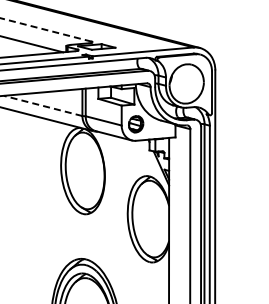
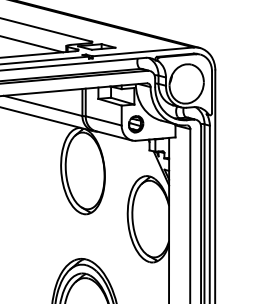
line at (45, 29): dashed -> solid
line at (43, 105): dashed -> solid
